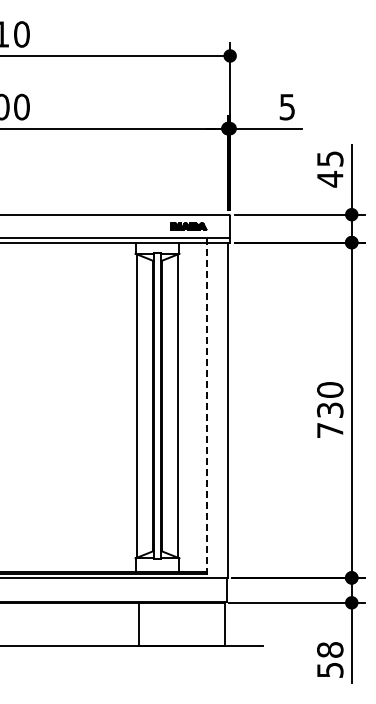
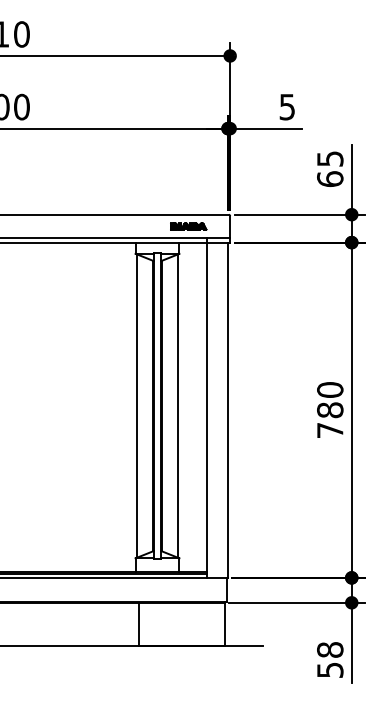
text at (330, 178): 45 -> 65
line at (206, 408): dashed -> solid
text at (330, 410): 730 -> 780
